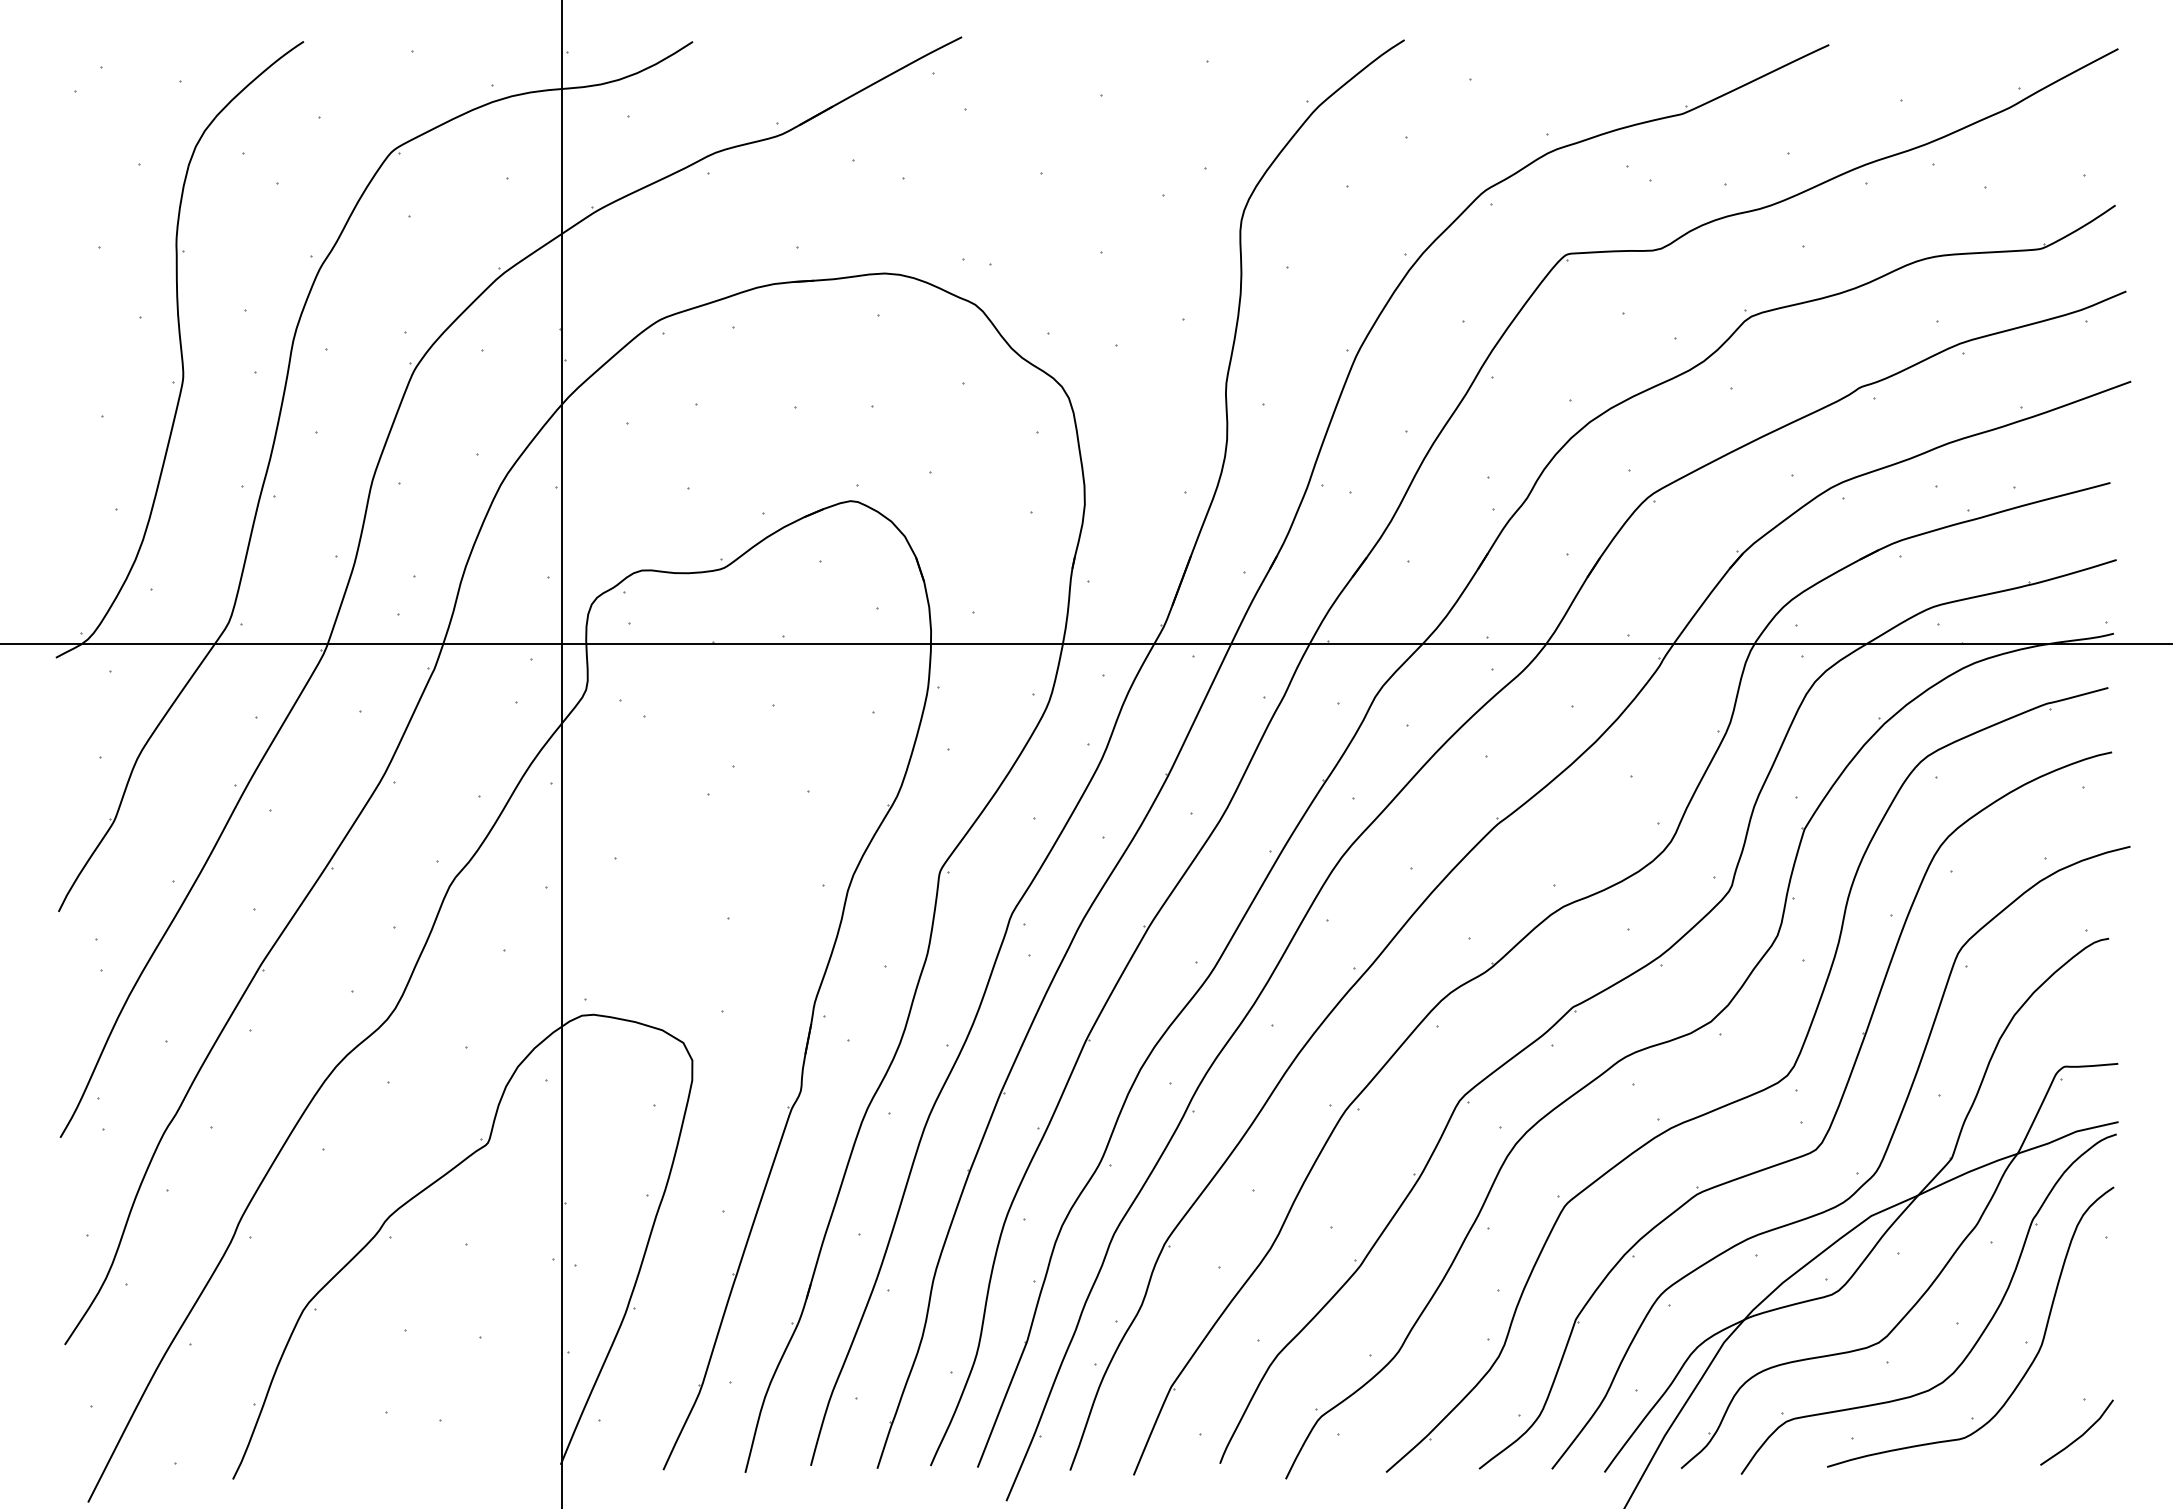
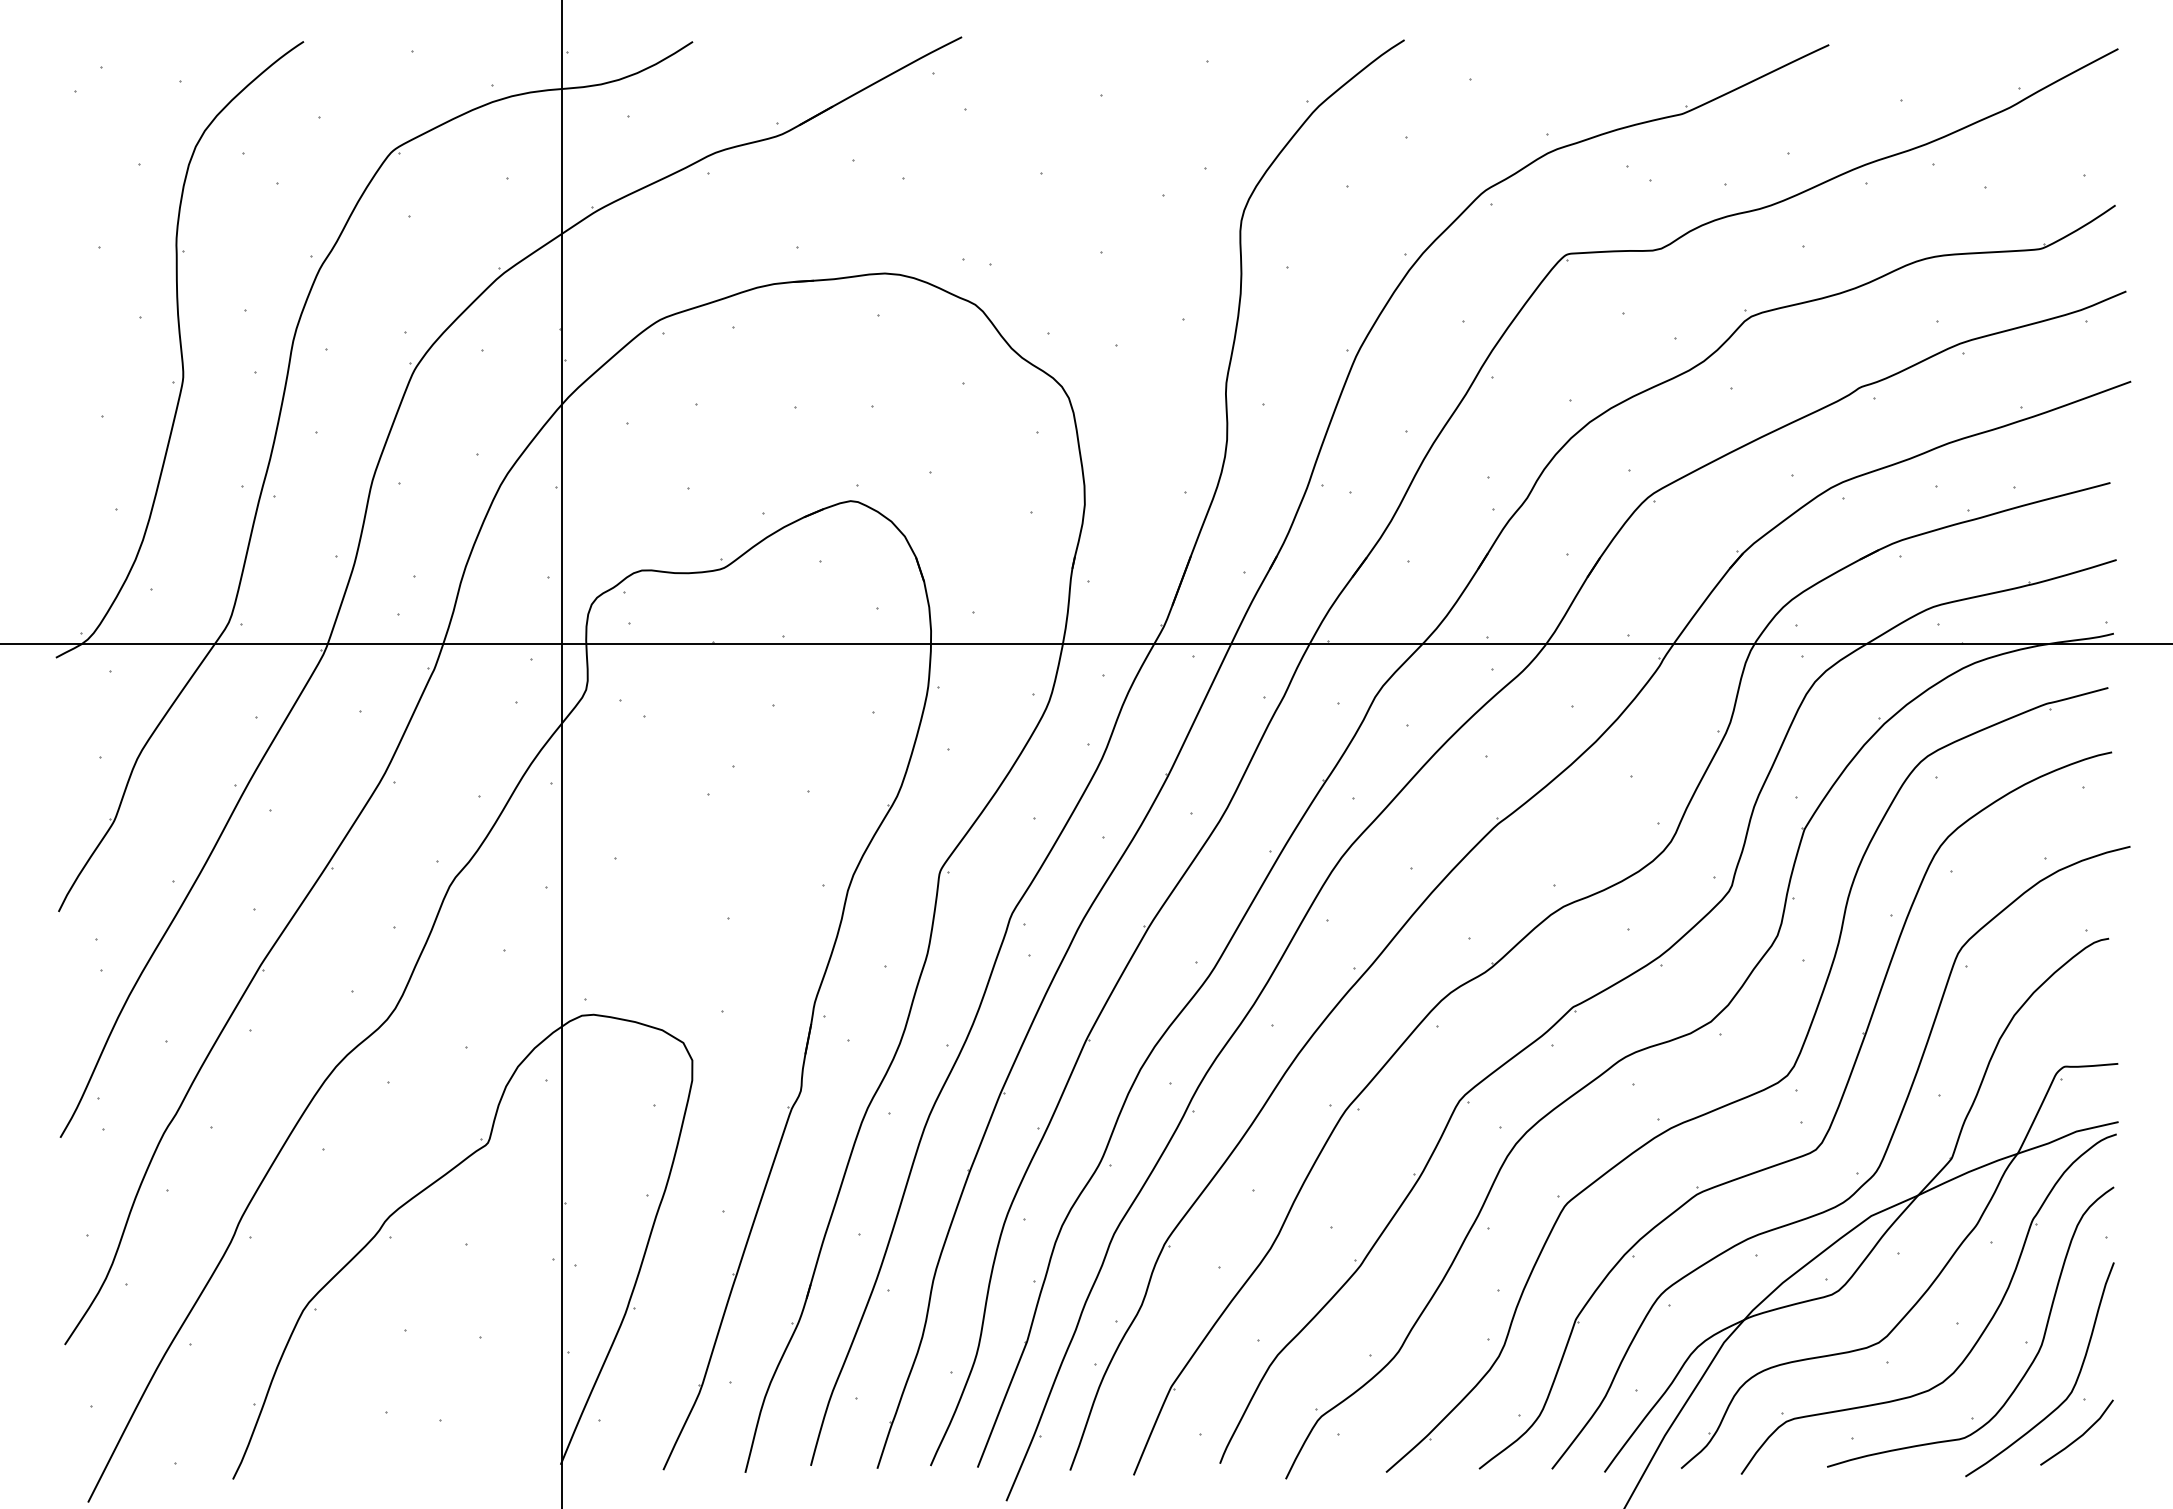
curve at (2073, 1385): none -> present
